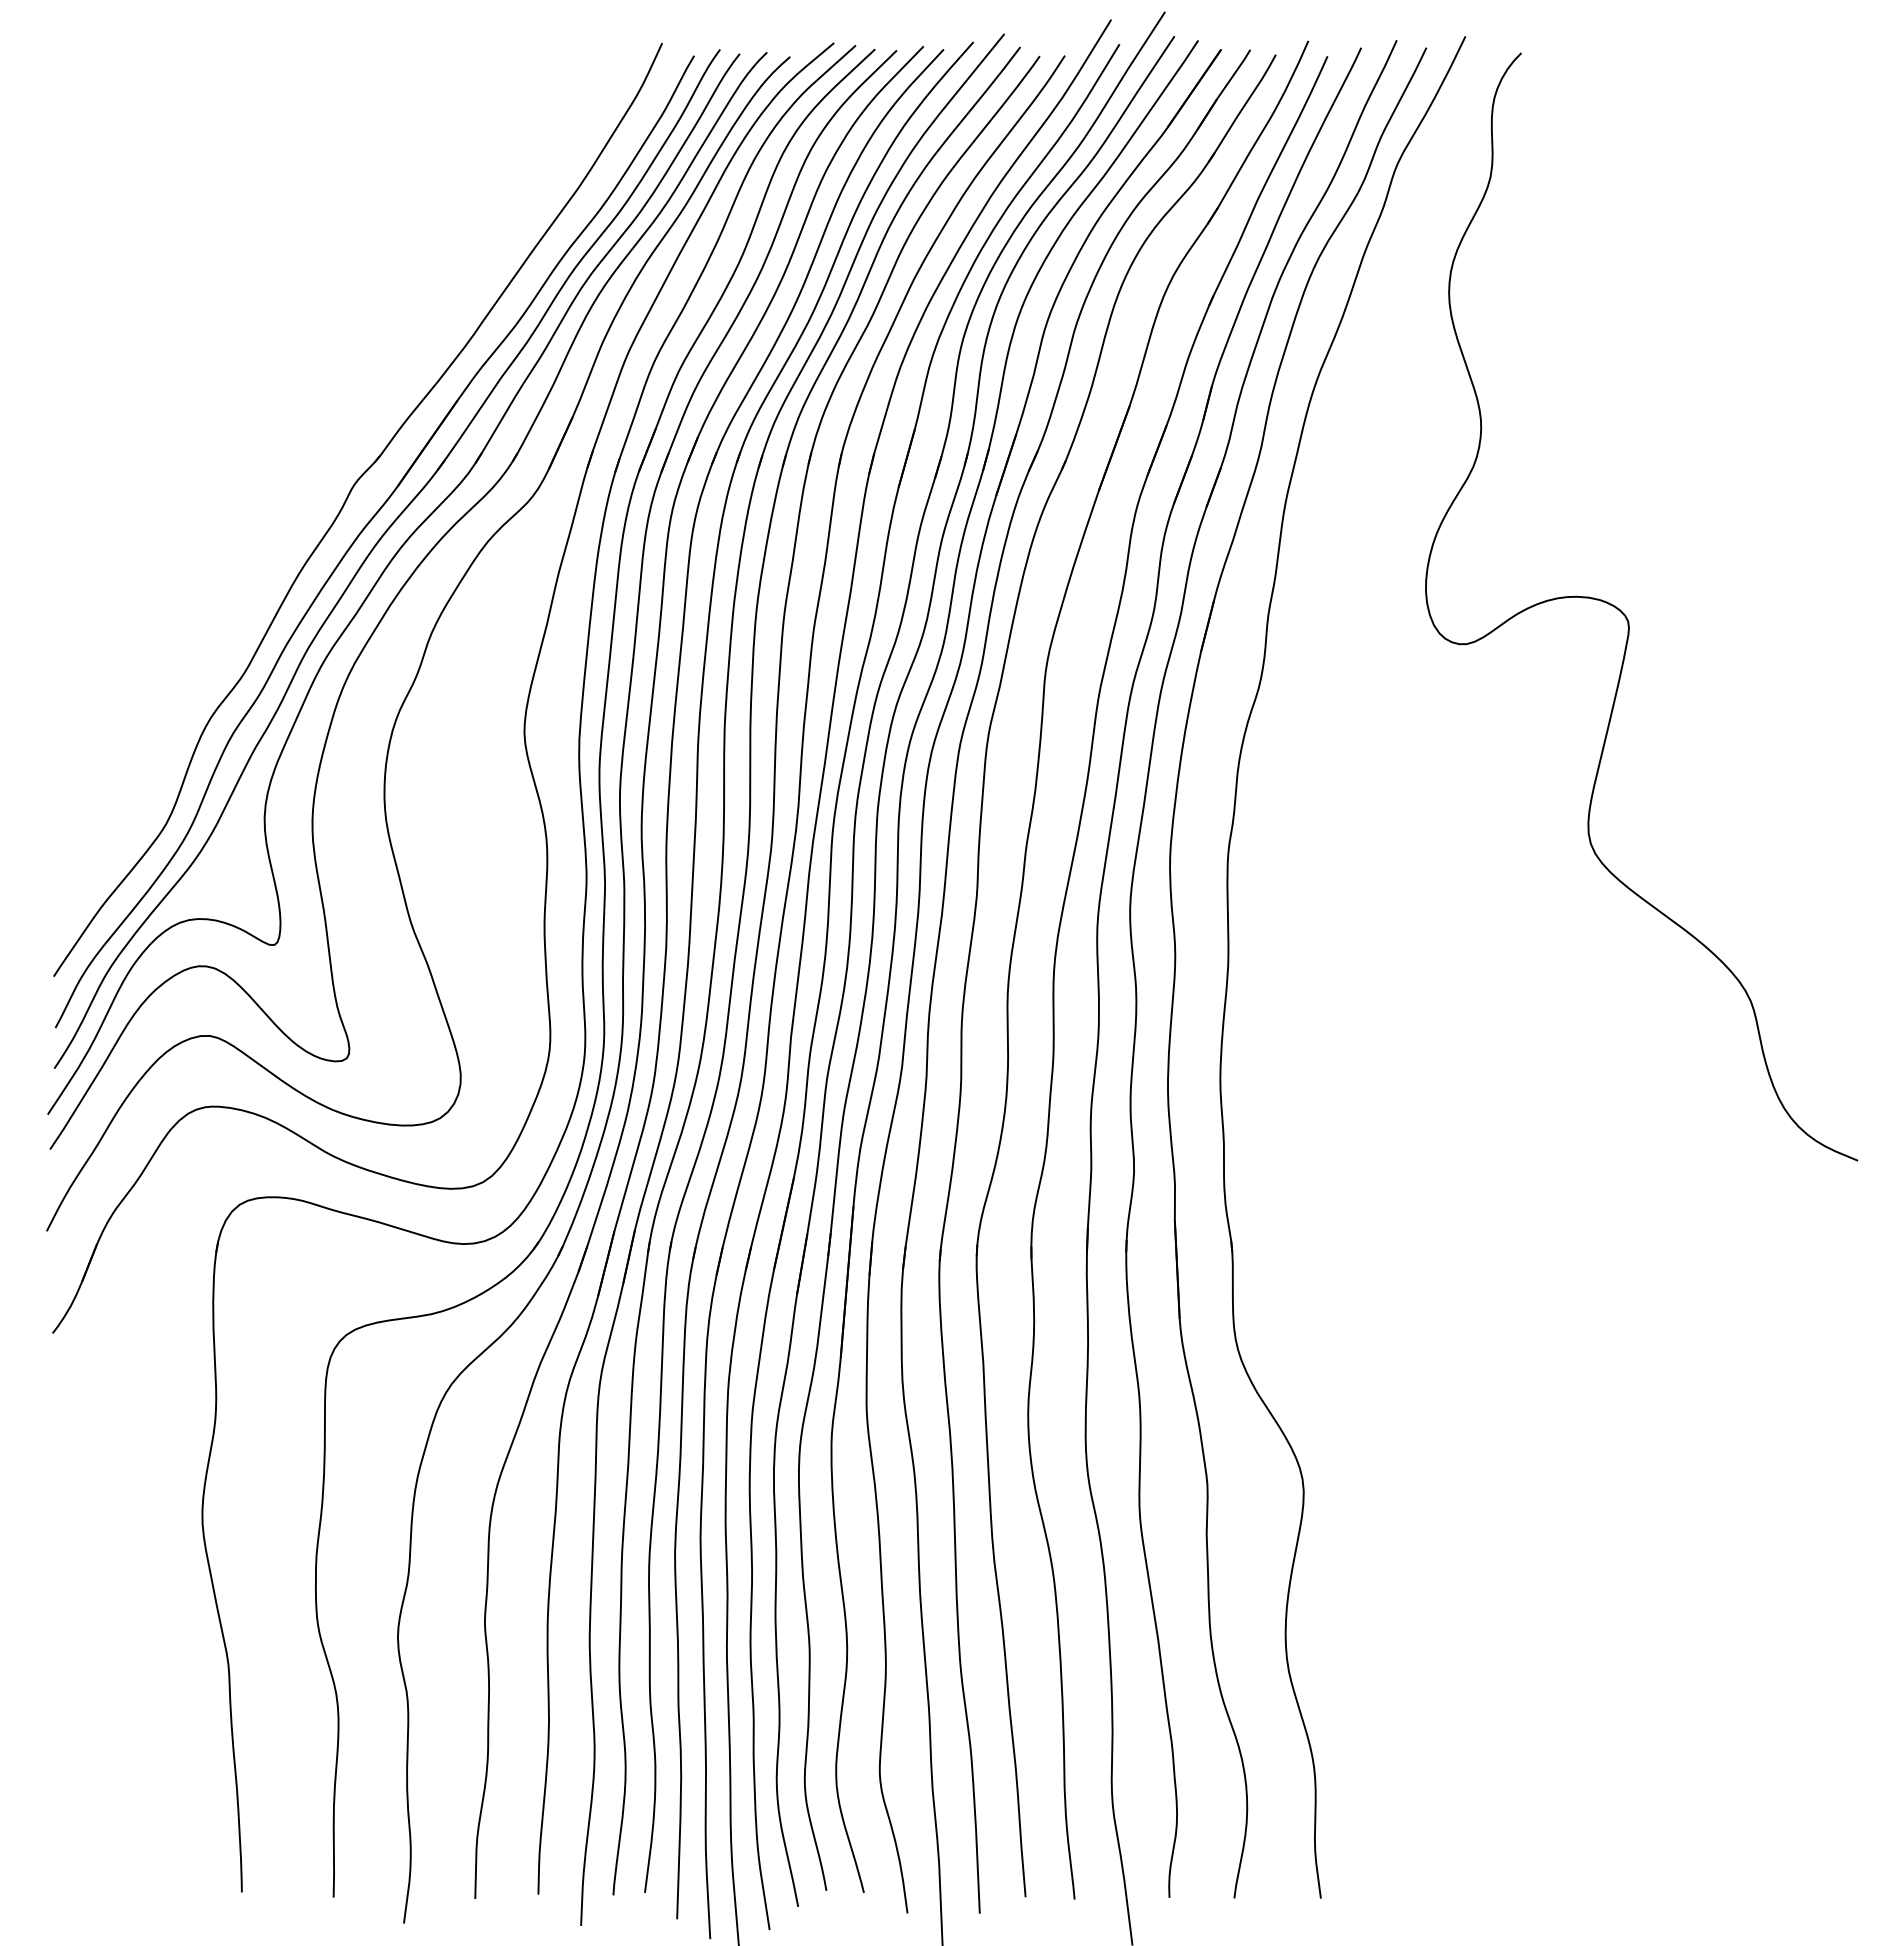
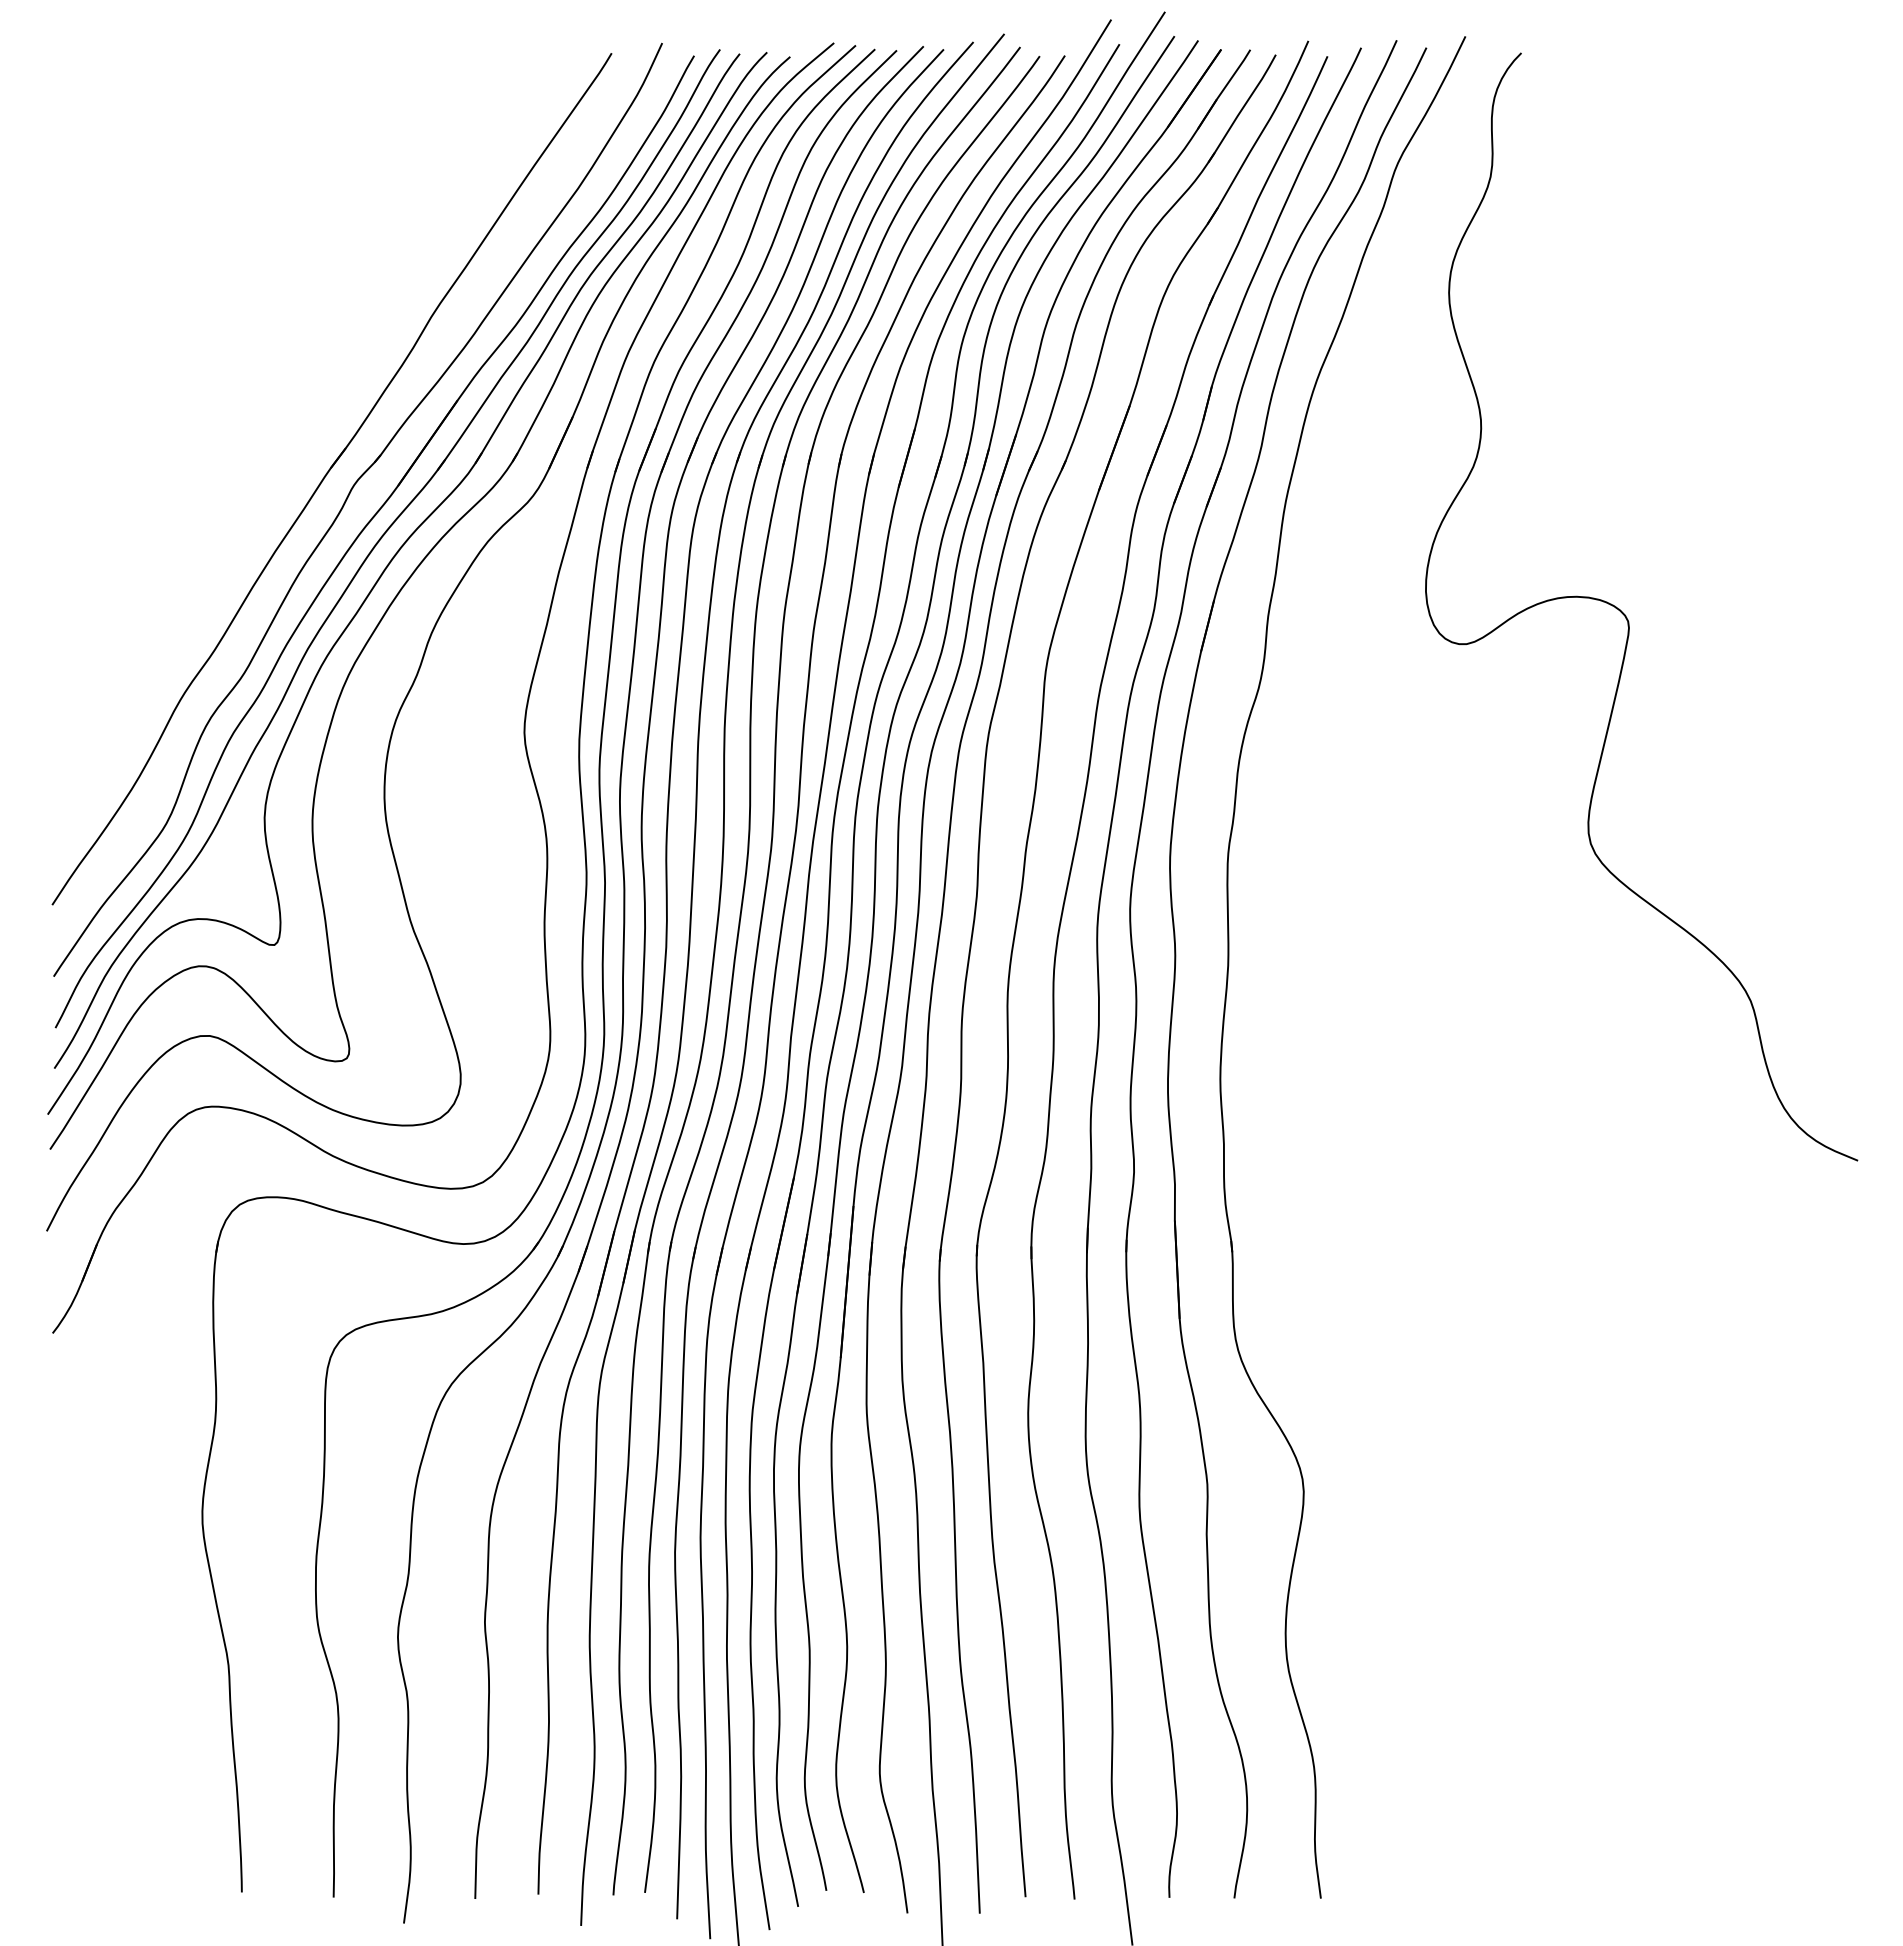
part at (331, 479): none -> present
